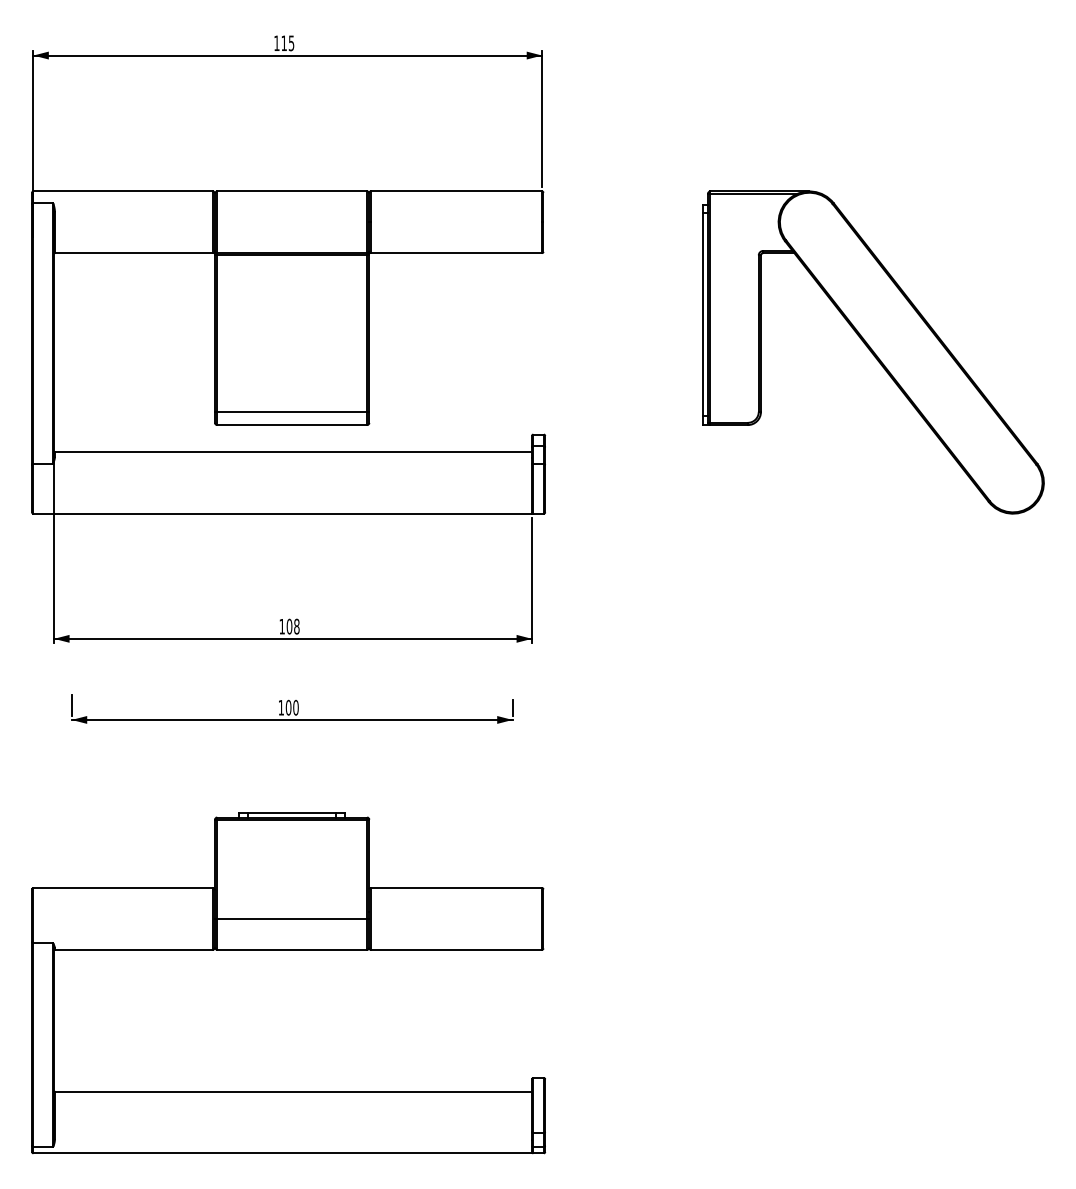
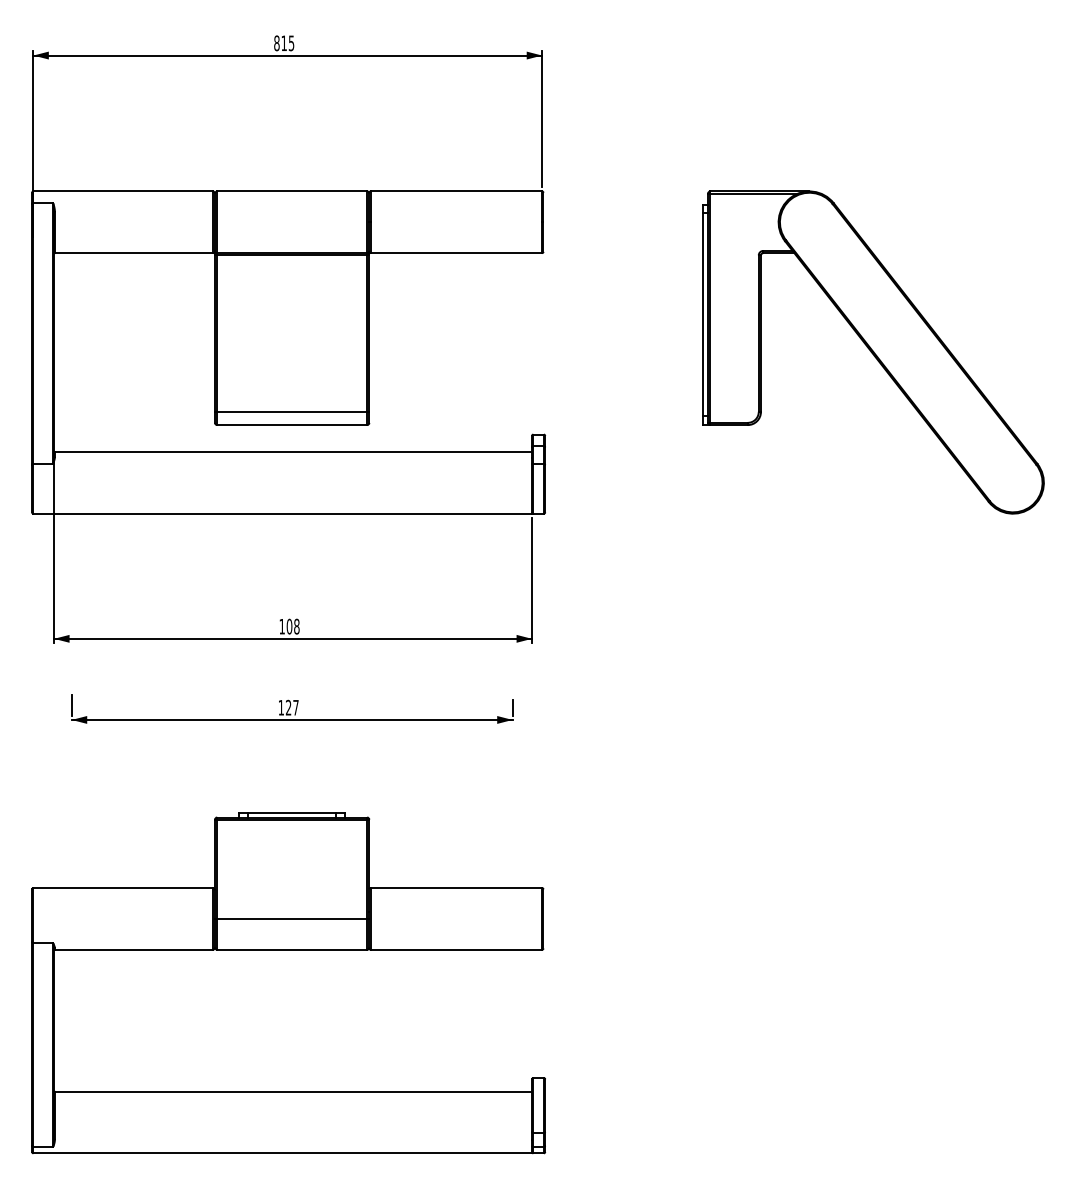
text at (276, 43): 115 -> 815
text at (291, 707): 100 -> 127
